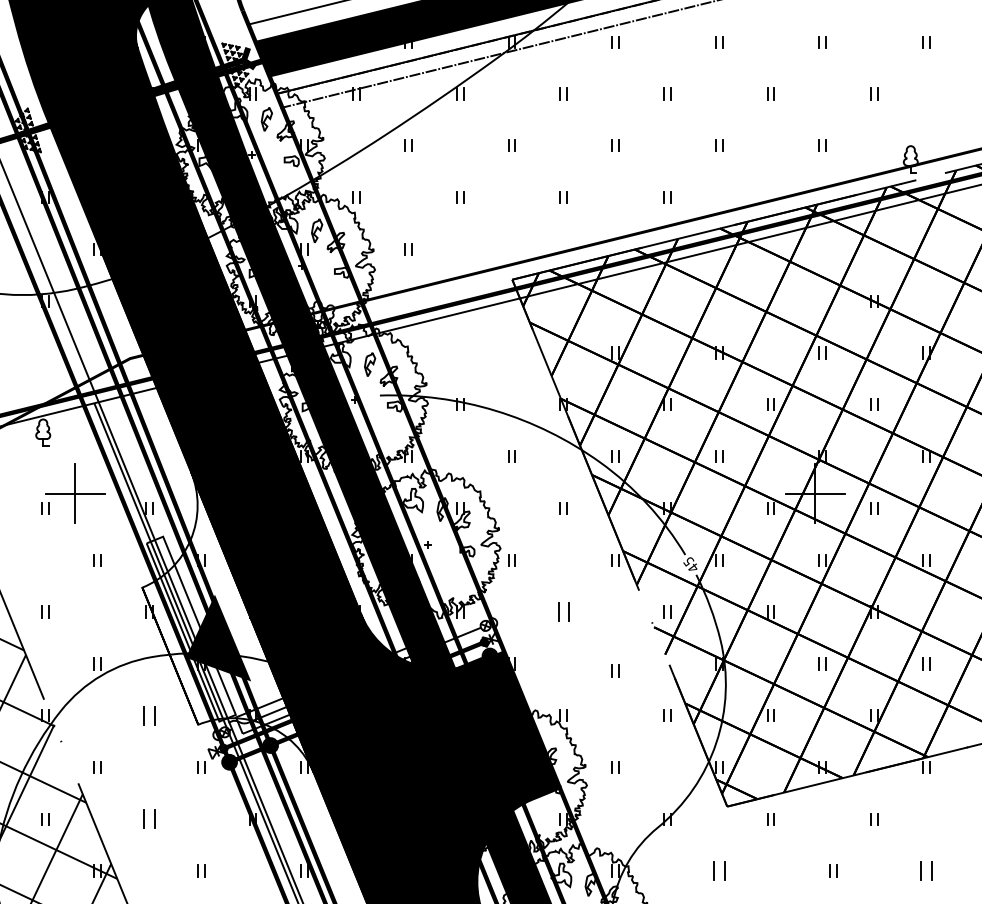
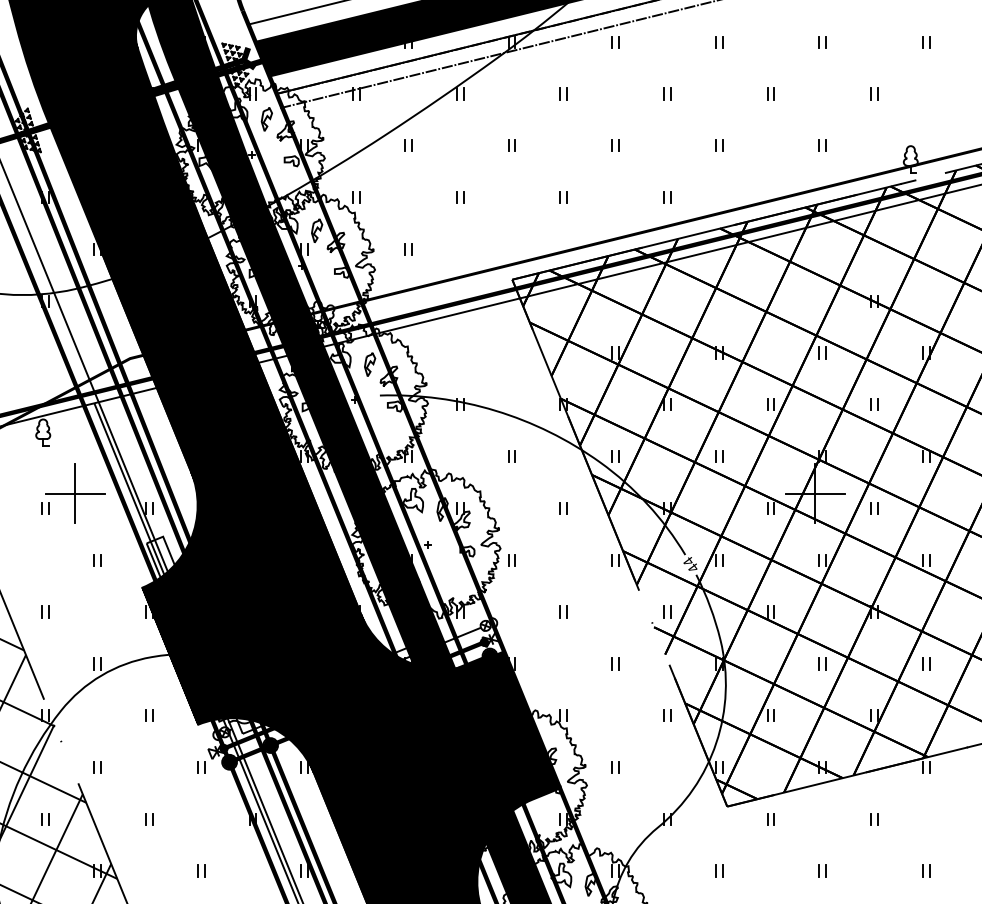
text at (688, 561): 45 -> 44
part at (563, 611) size: 12x20 px -> 9x14 px
fill at (228, 622): none -> present
part at (615, 670) position: (615, 670) -> (615, 663)
part at (149, 715) size: 13x20 px -> 9x13 px
part at (149, 818) size: 13x20 px -> 9x13 px
part at (719, 870) size: 13x20 px -> 9x14 px
part at (833, 870) position: (833, 870) -> (822, 870)
part at (926, 870) size: 13x20 px -> 9x14 px
